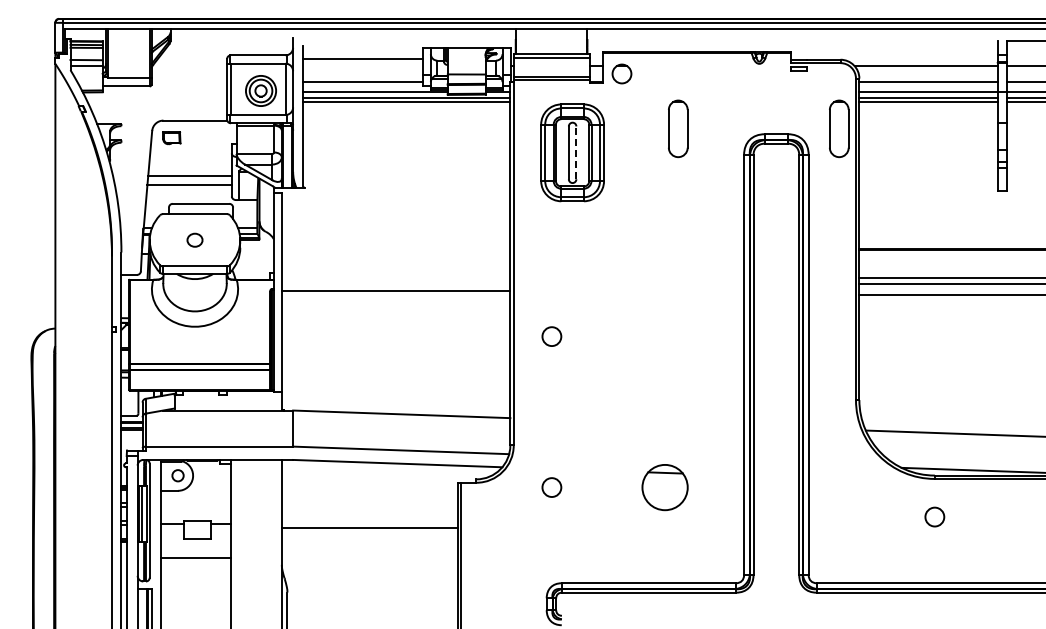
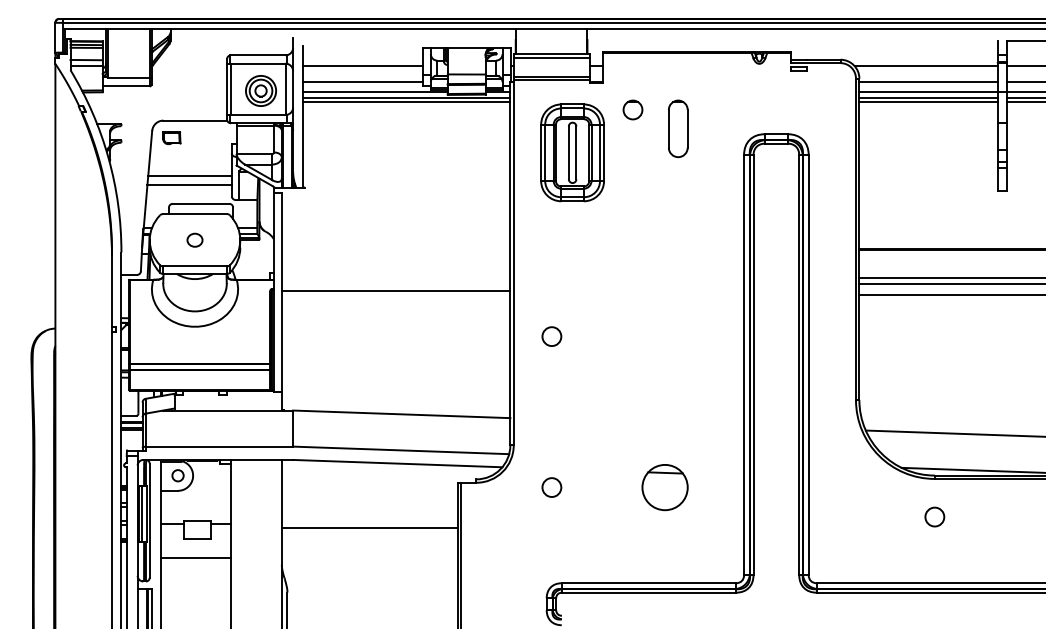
line at (362, 59) position: (362, 59) -> (362, 66)
part at (621, 73) position: (621, 73) -> (632, 109)
part at (839, 128): present -> none
line at (576, 152): dashed -> solid
